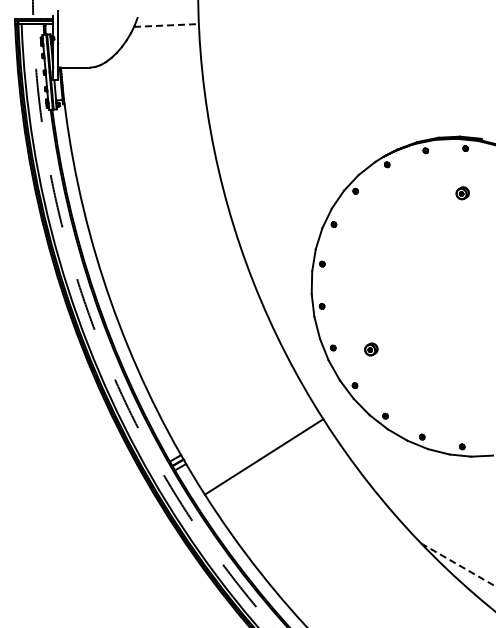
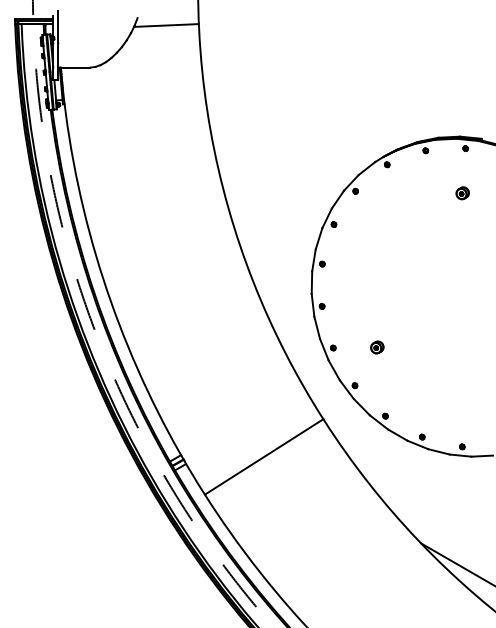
line at (166, 25): dashed -> solid
part at (371, 349) position: (371, 349) -> (377, 347)
line at (458, 564): dashed -> solid
